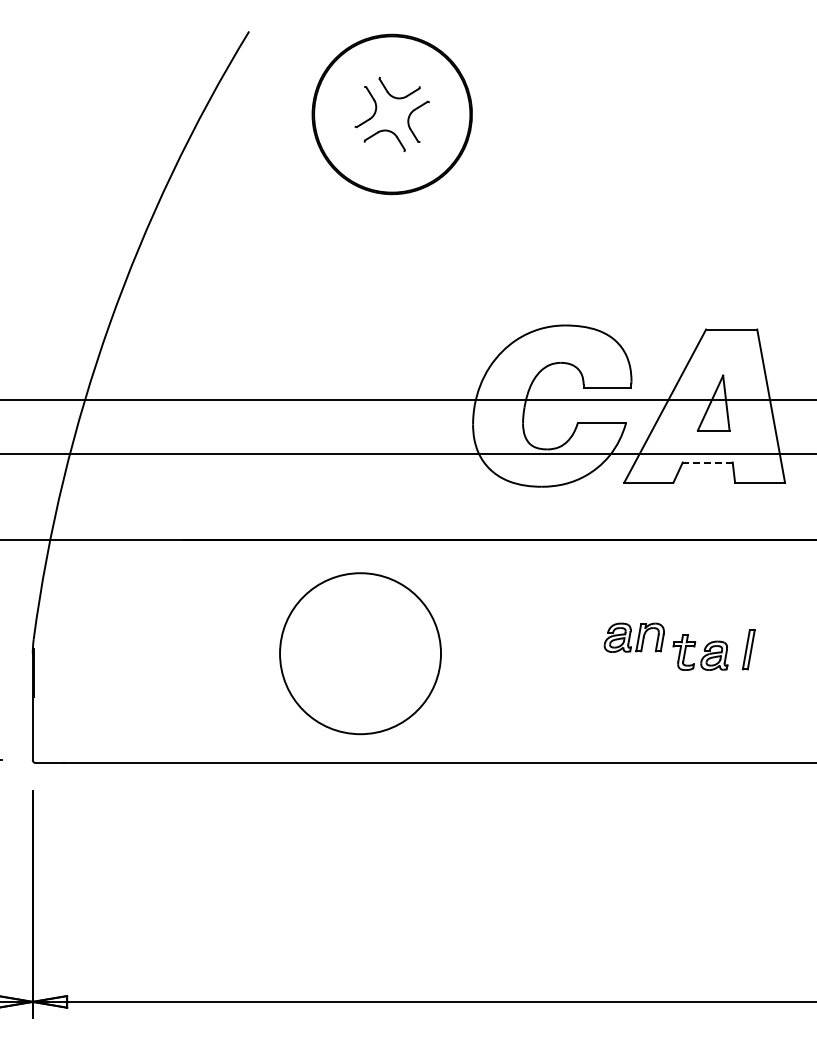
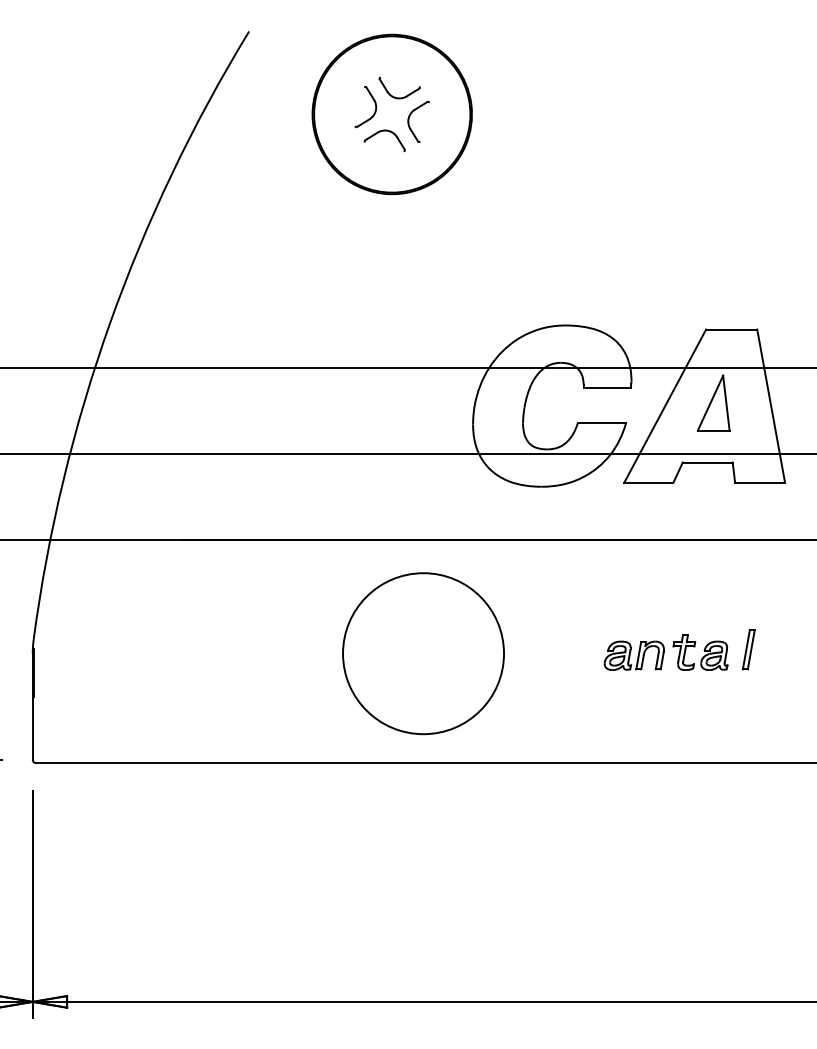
line at (407, 399) position: (407, 399) -> (407, 367)
line at (707, 462): dashed -> solid
part at (633, 637) position: (633, 637) -> (633, 655)
circle at (360, 653) position: (360, 653) -> (423, 653)
